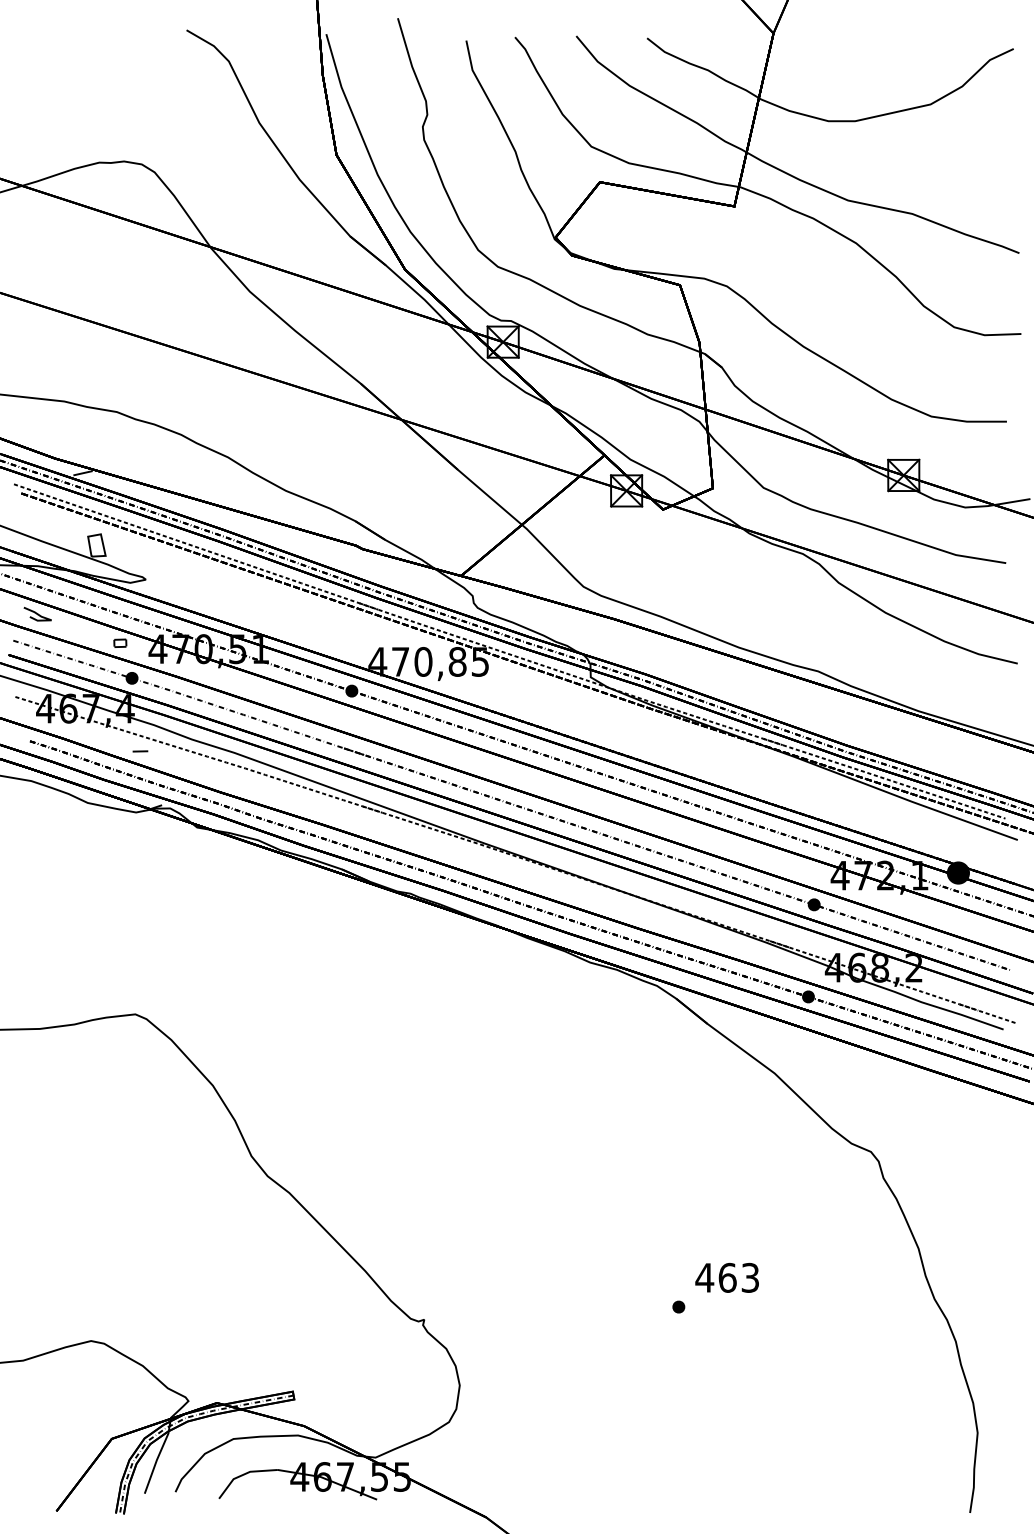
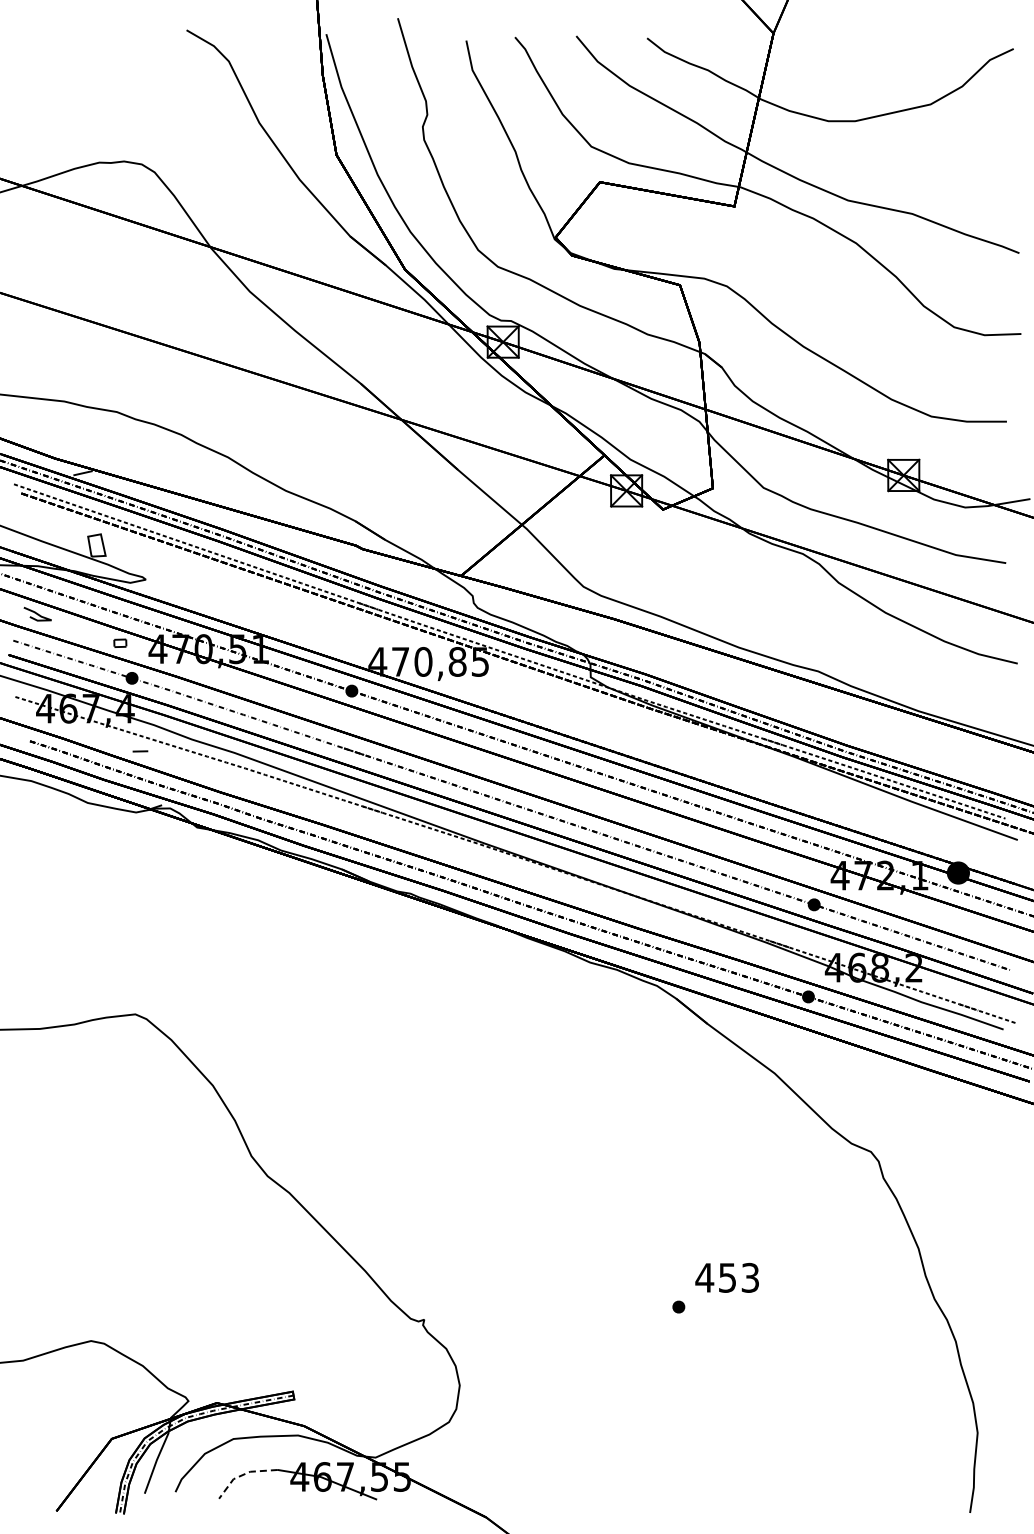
text at (727, 1277): 463 -> 453
line at (243, 1474): solid -> dashed
